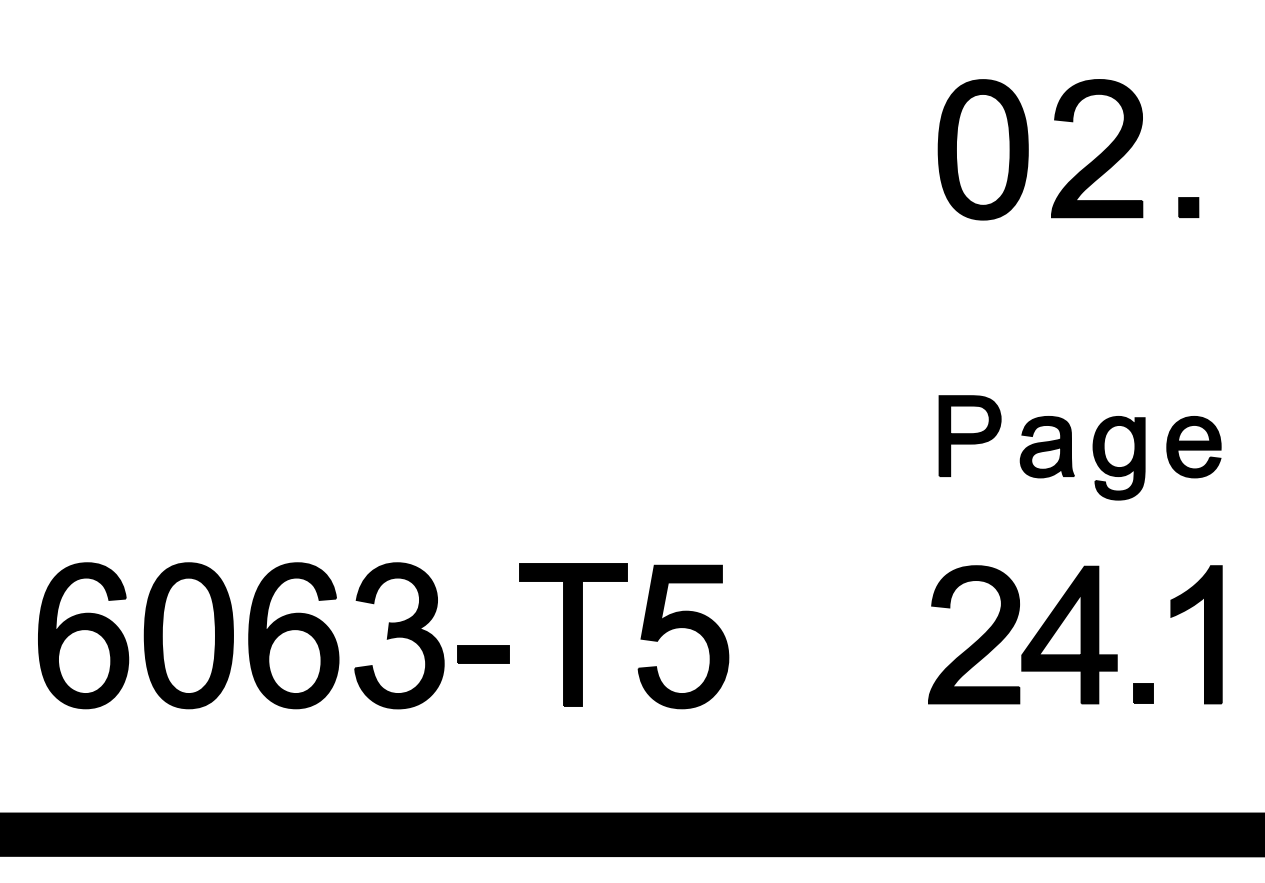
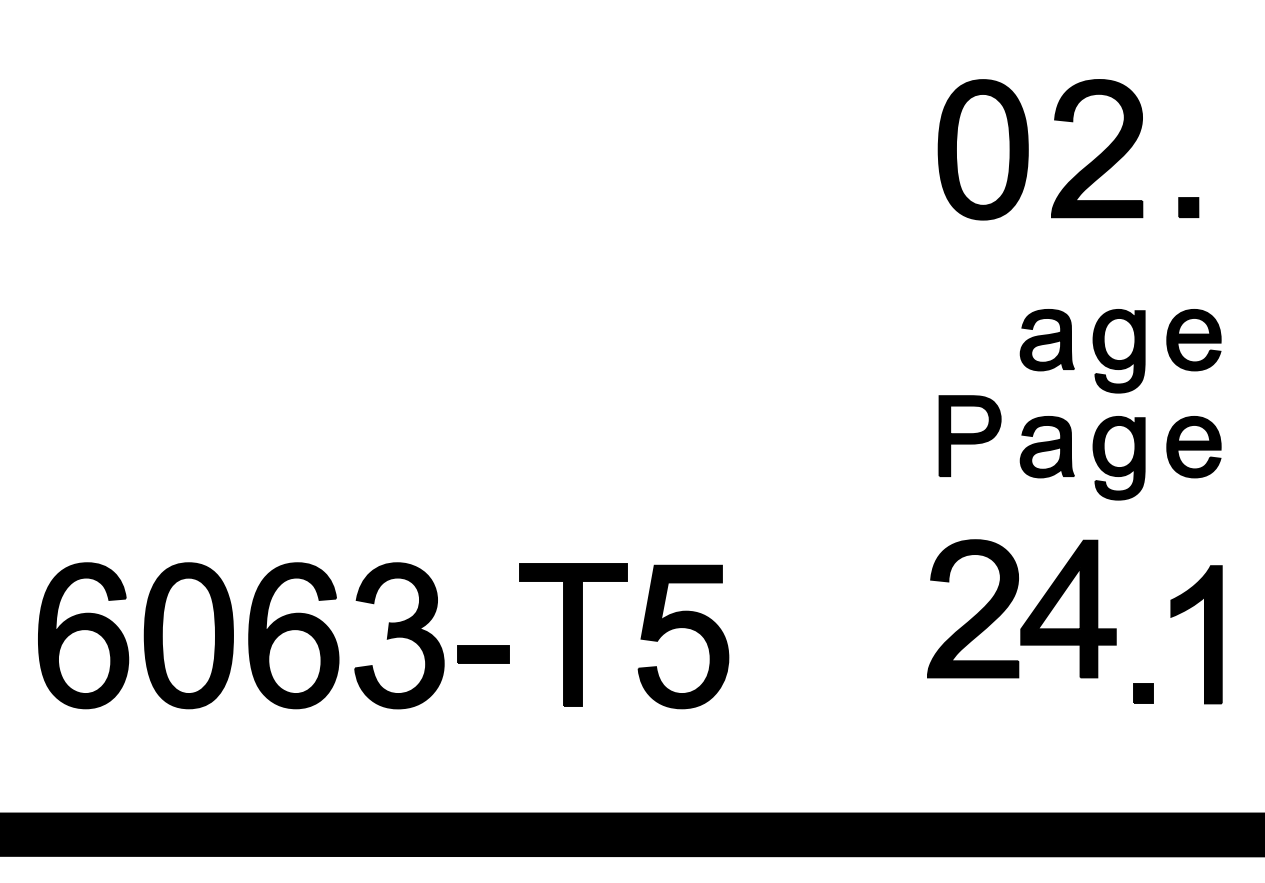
part at (1120, 351): none -> present
part at (1030, 641) position: (1030, 641) -> (1029, 615)
